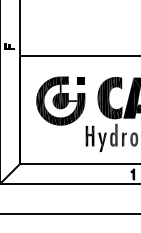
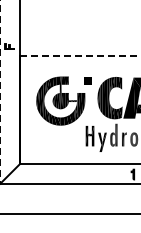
line at (80, 55): solid -> dashed
part at (80, 80) position: (80, 80) -> (87, 80)
line at (0, 92): solid -> dashed
